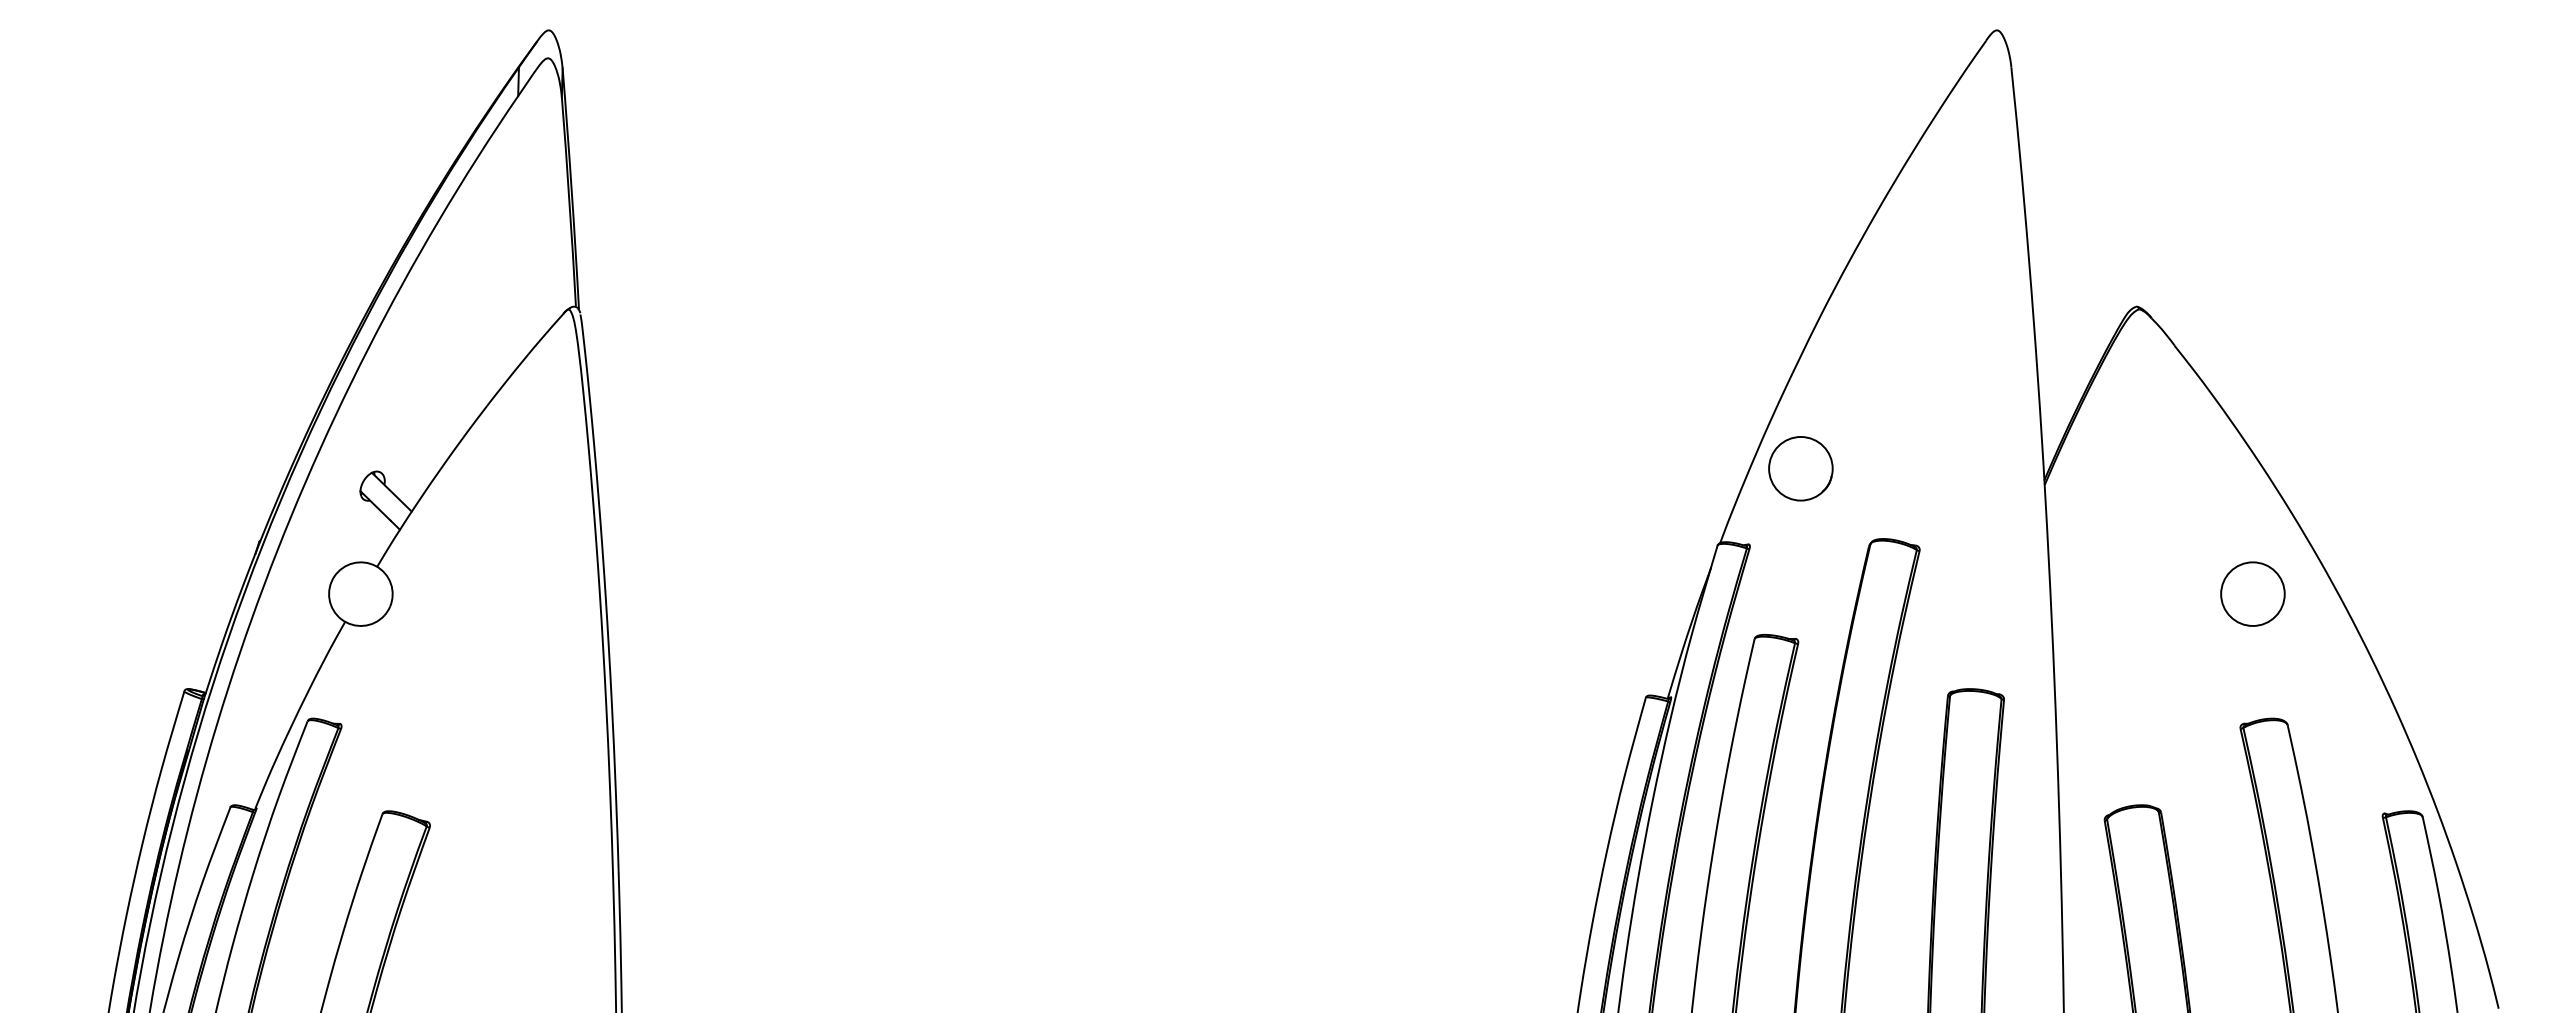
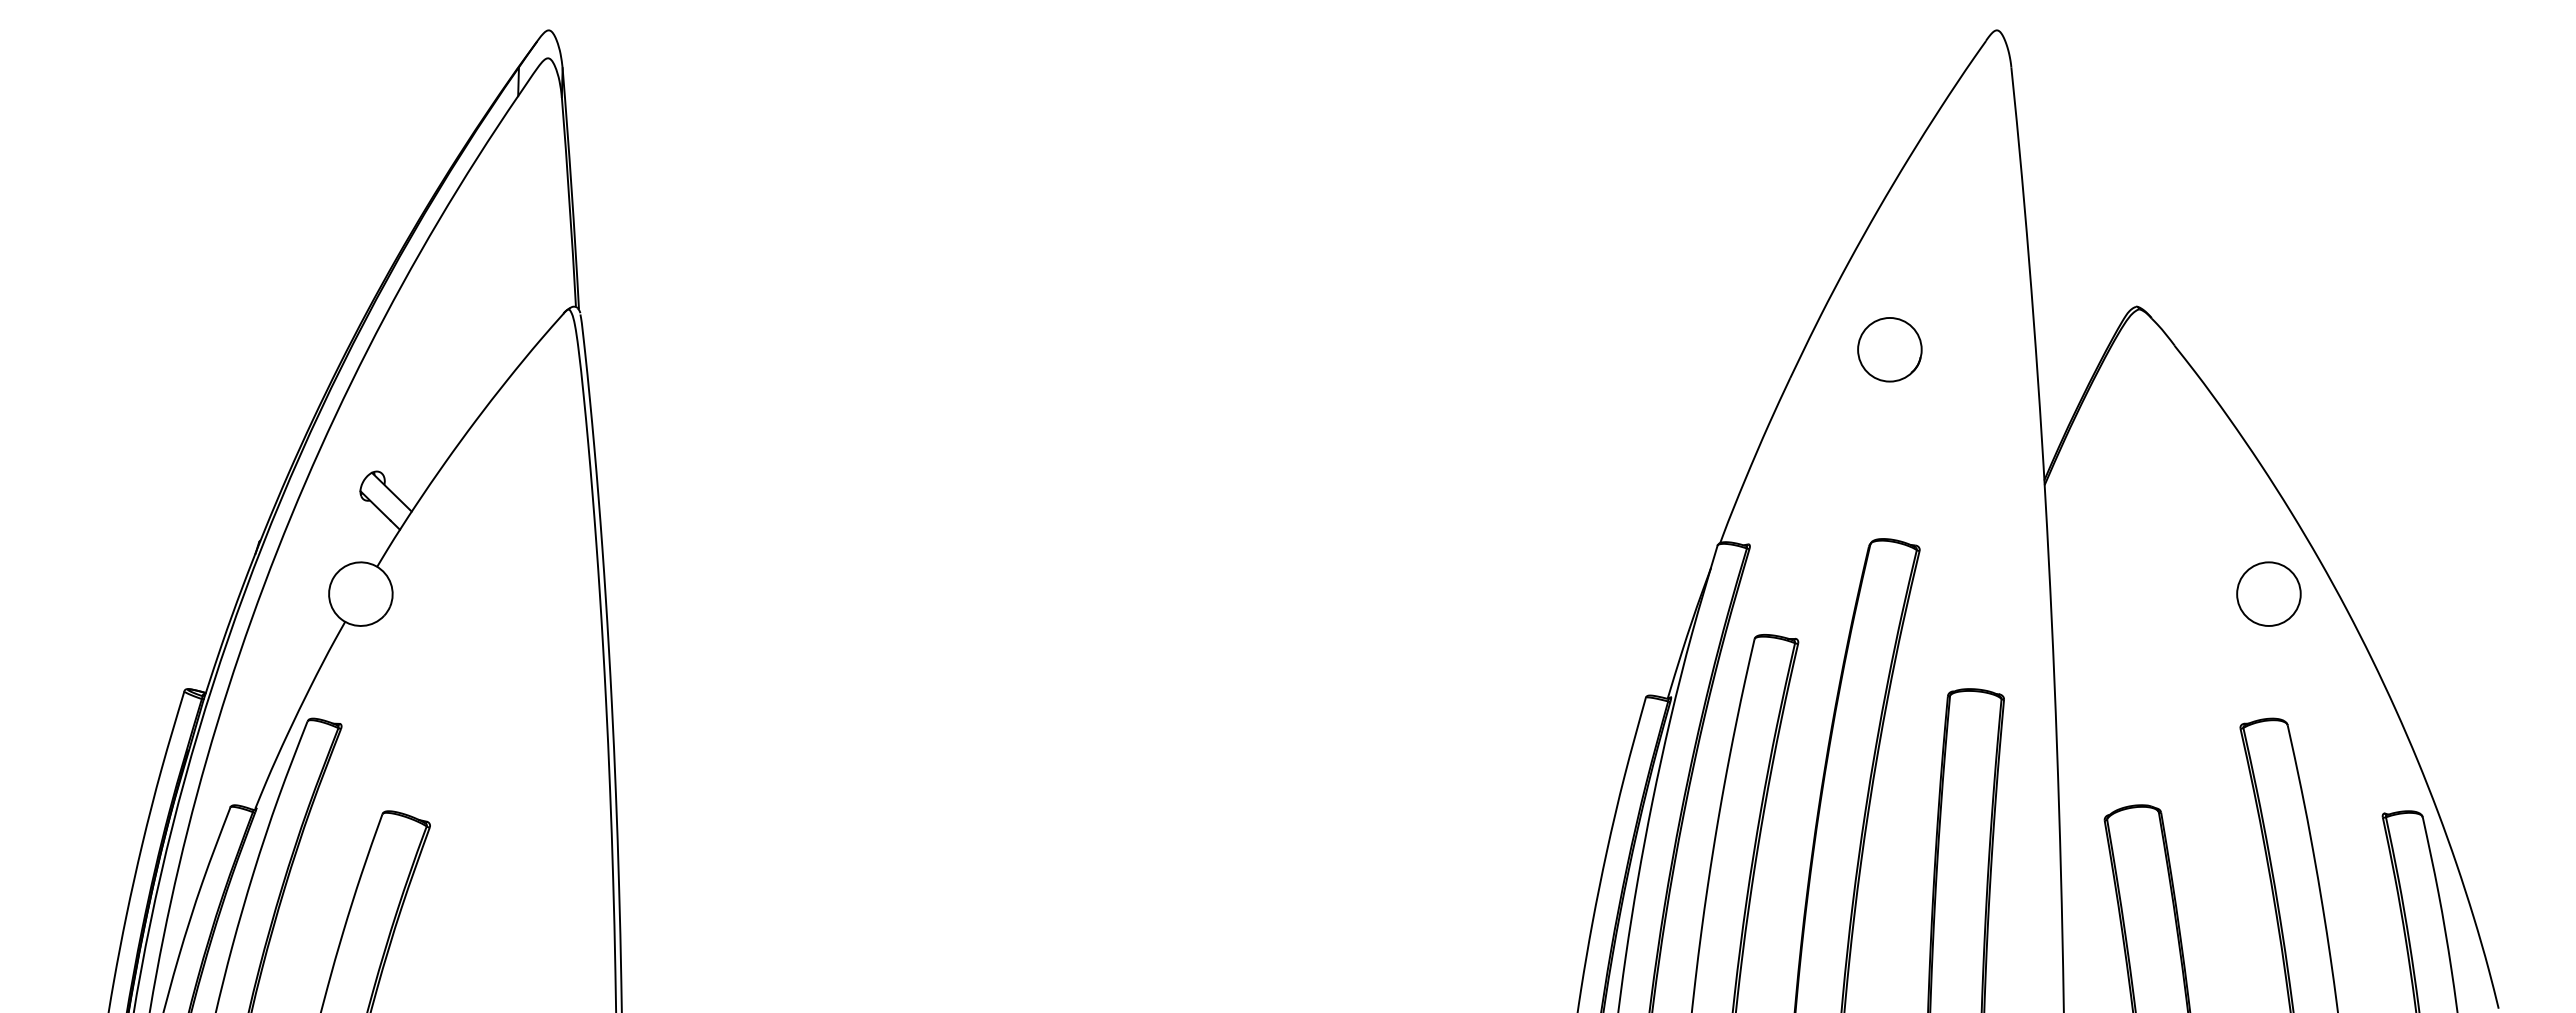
circle at (1800, 468) position: (1800, 468) -> (1889, 349)
circle at (2252, 593) position: (2252, 593) -> (2268, 593)
